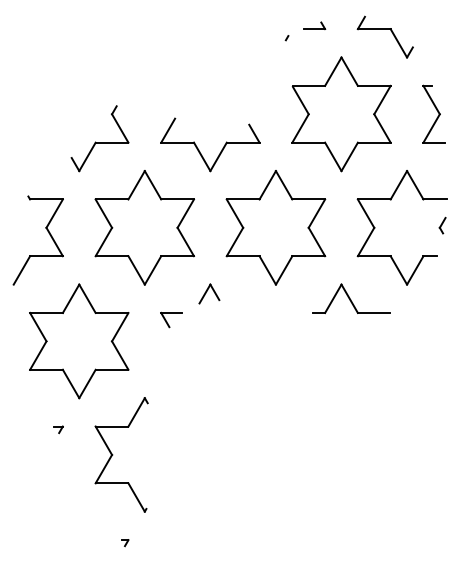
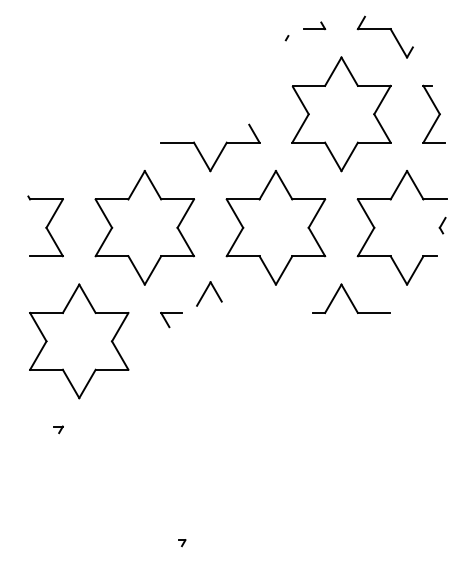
line at (168, 130): present -> none
part at (99, 138): present -> none
line at (21, 270): present -> none
part at (209, 293) size: 23x22 px -> 27x26 px
part at (113, 454): present -> none
part at (125, 543) position: (125, 543) -> (182, 543)
